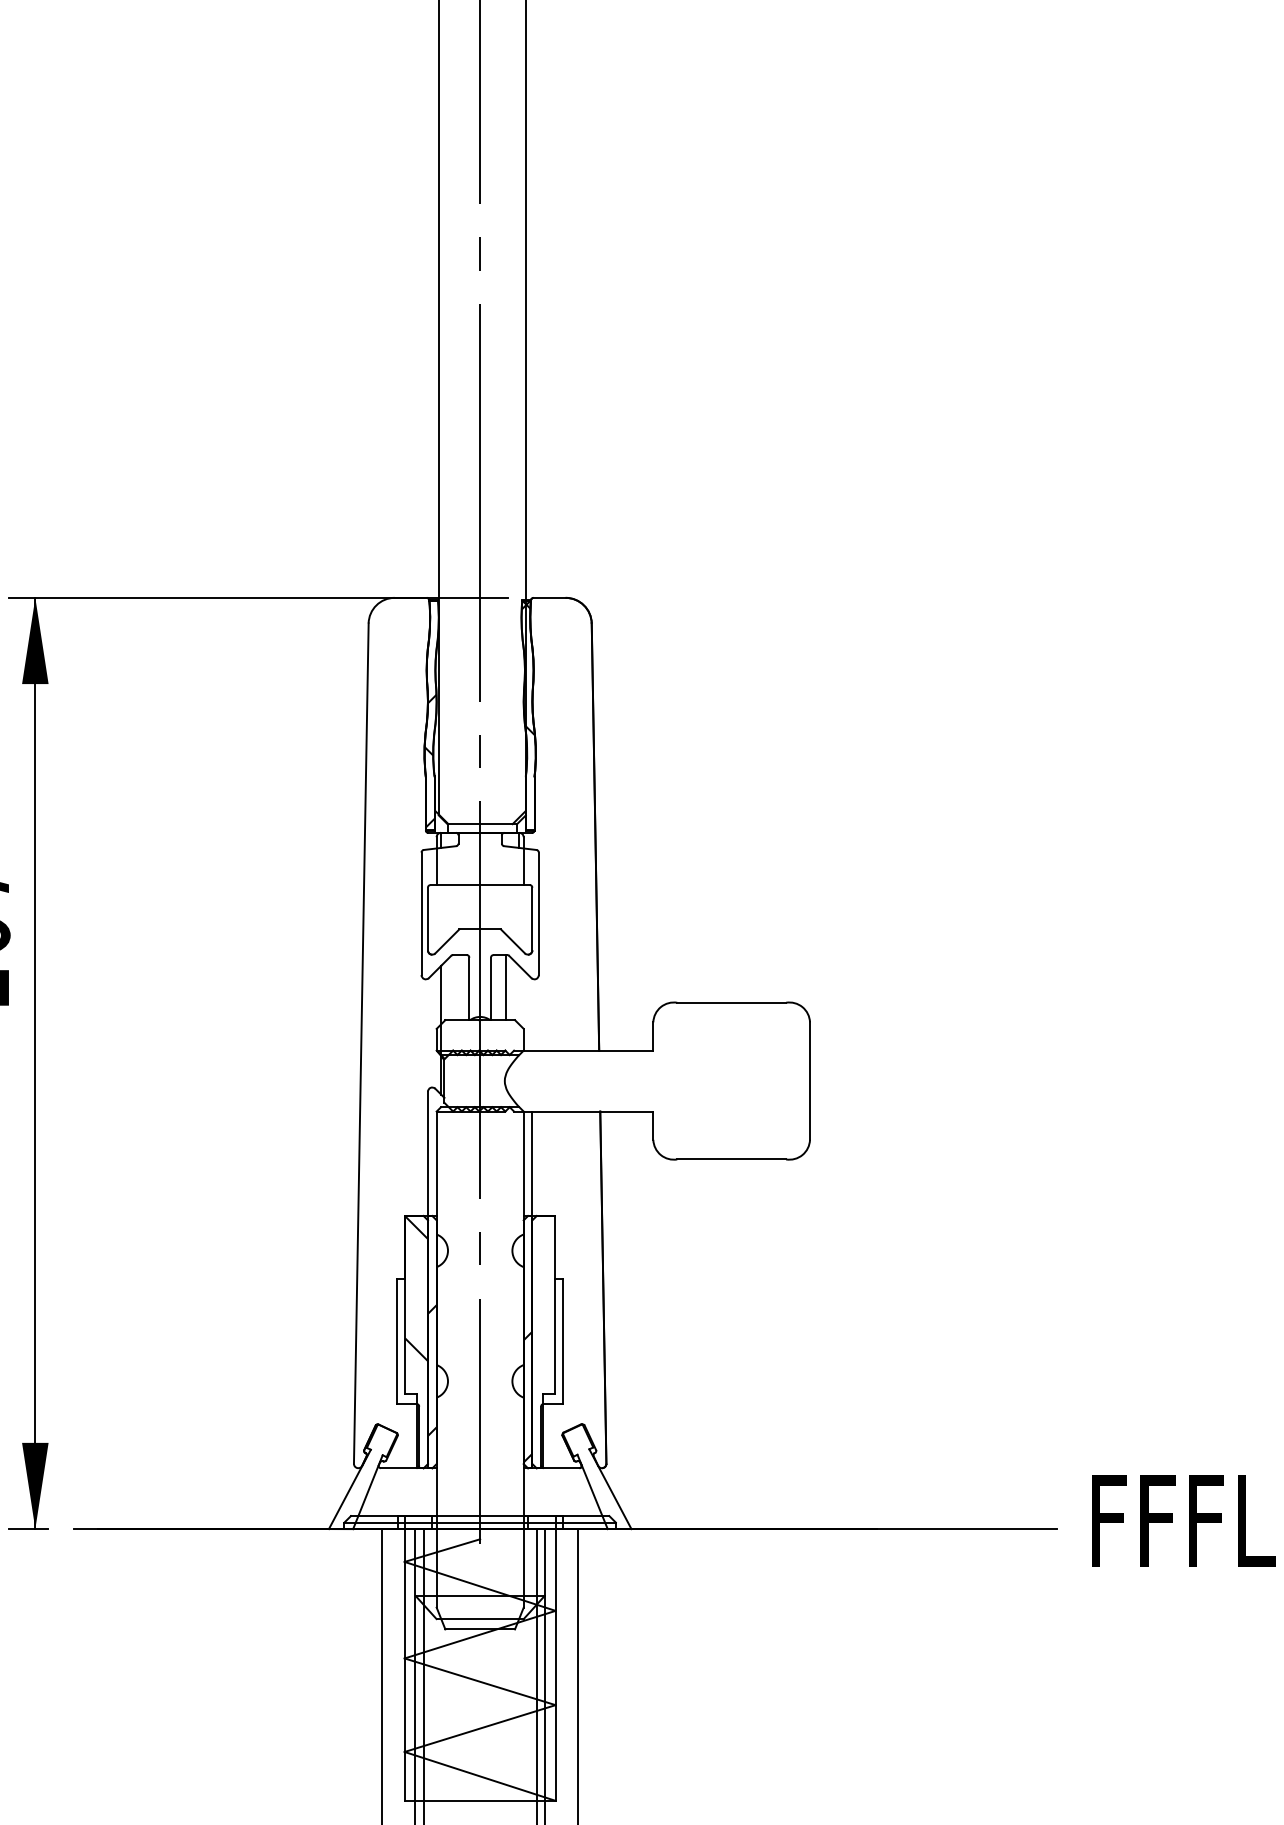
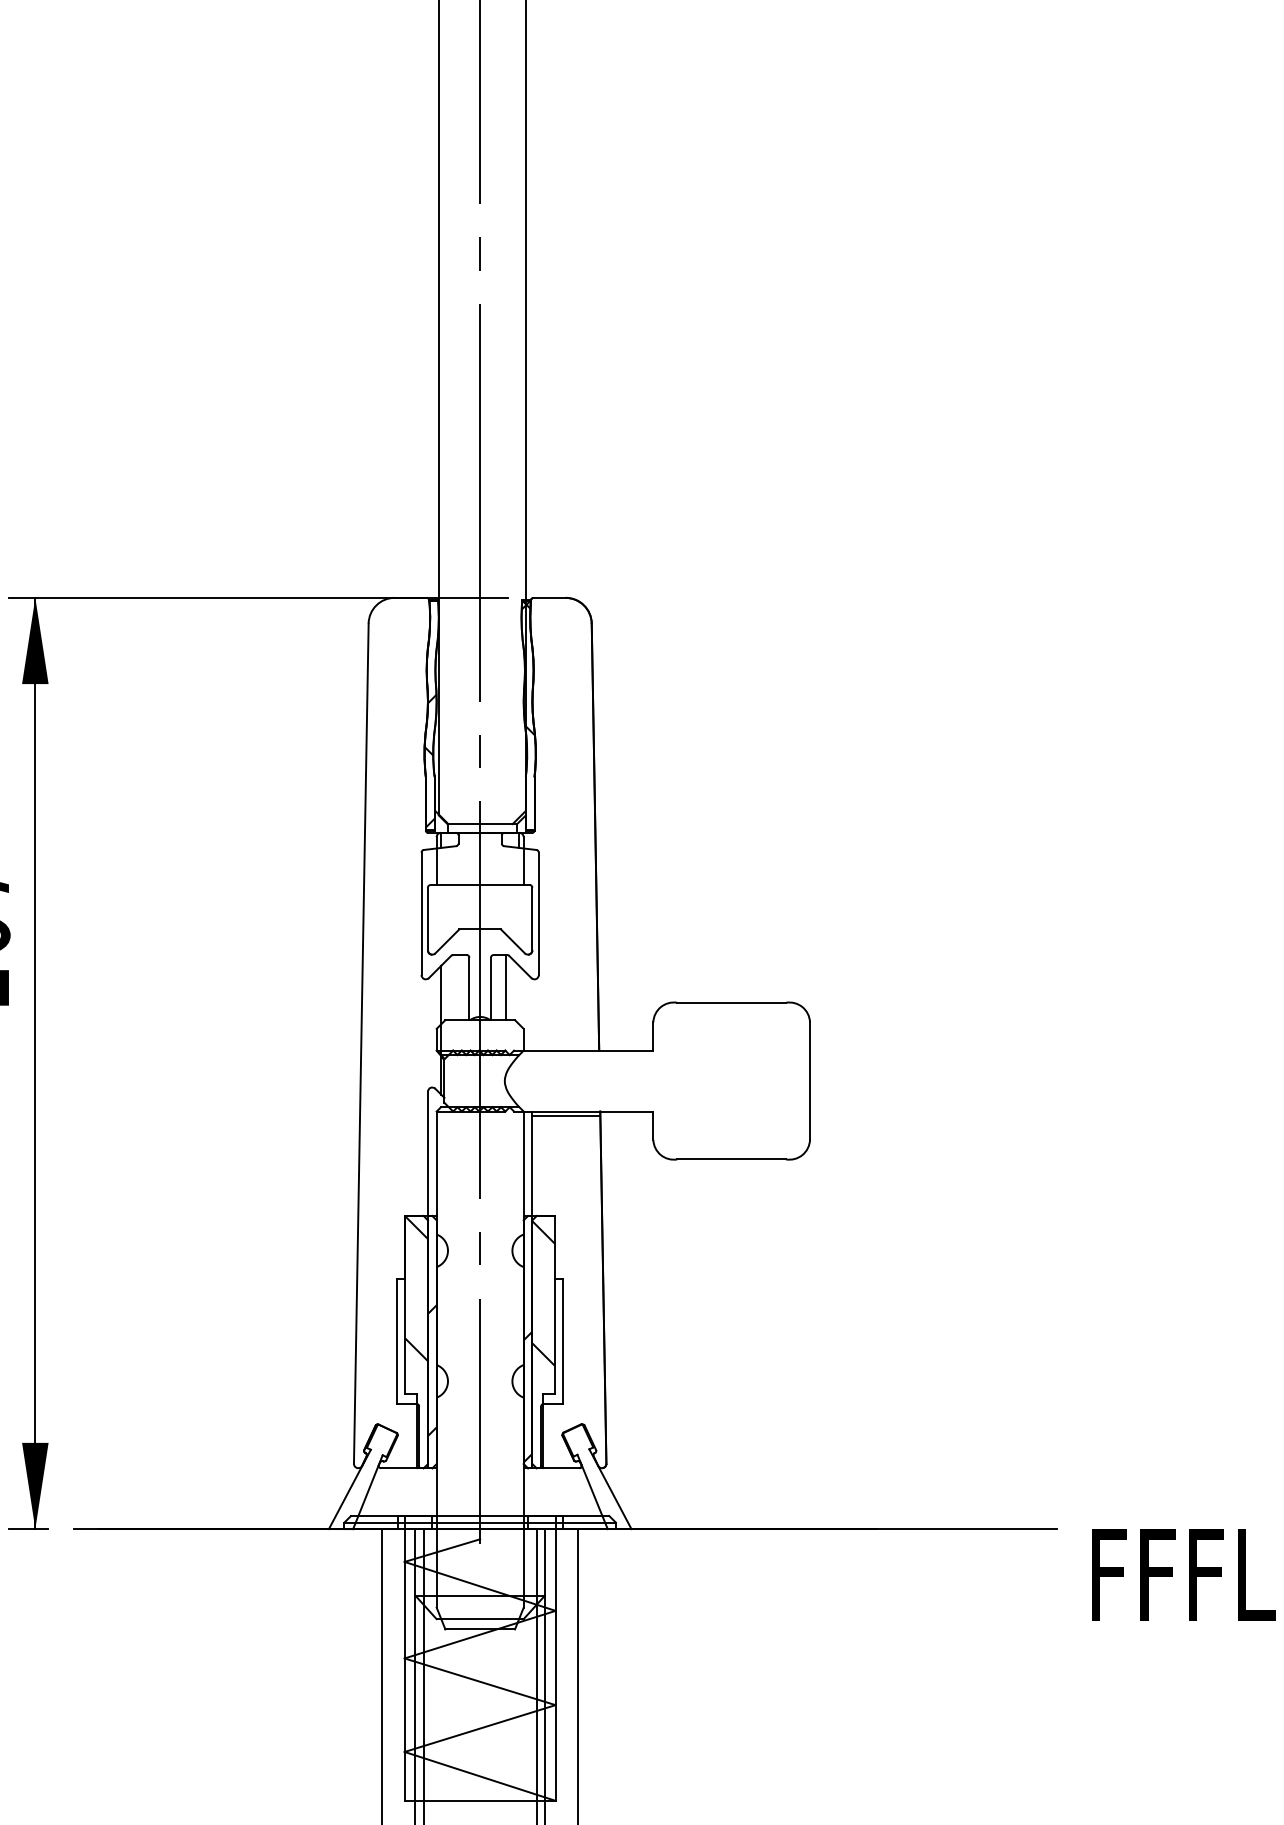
line at (566, 1115): none -> present
hatch at (543, 1293): none -> present
text at (1183, 1520) position: (1183, 1520) -> (1183, 1574)
